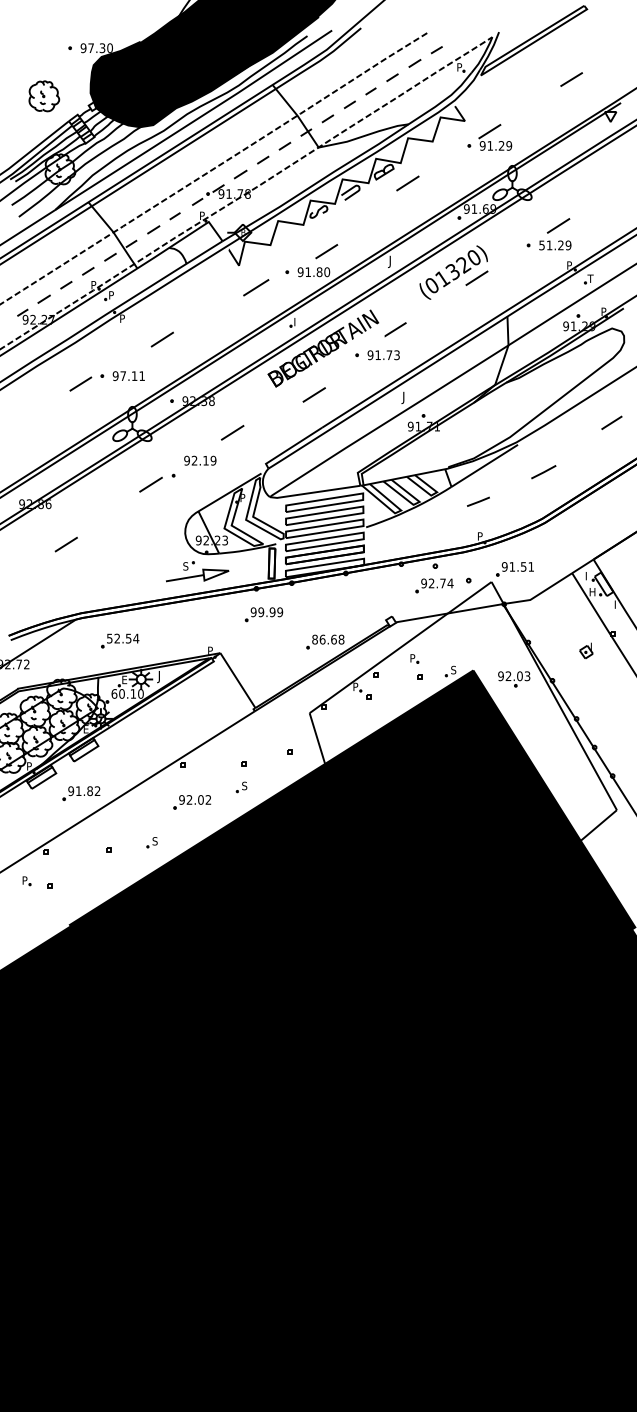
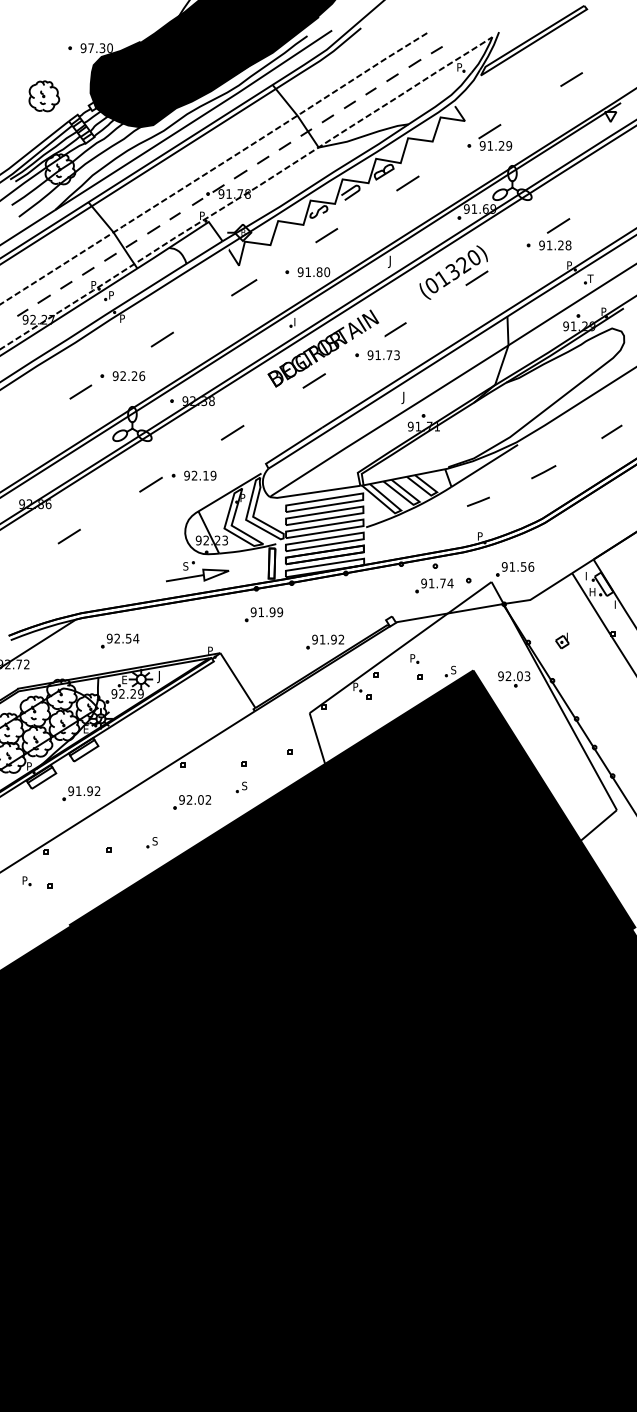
text at (555, 245): 51.29 -> 91.28
line at (326, 251) position: (326, 251) -> (326, 235)
line at (256, 287) position: (256, 287) -> (244, 287)
text at (132, 376): 97.11 -> 92.26
line at (80, 383) position: (80, 383) -> (80, 391)
line at (313, 394) position: (313, 394) -> (313, 380)
line at (611, 422) position: (611, 422) -> (611, 431)
text at (200, 460) position: (200, 460) -> (200, 475)
line at (65, 544) position: (65, 544) -> (68, 536)
text at (531, 566): 91.51 -> 91.56
text at (431, 583): 92.74 -> 91.74
text at (261, 612): 99.99 -> 91.99
text at (109, 638): 52.54 -> 92.54
text at (328, 639): 86.68 -> 91.92
part at (586, 650) position: (586, 650) -> (562, 640)
text at (127, 693): 60.10 -> 92.29
text at (89, 791): 91.82 -> 91.92
